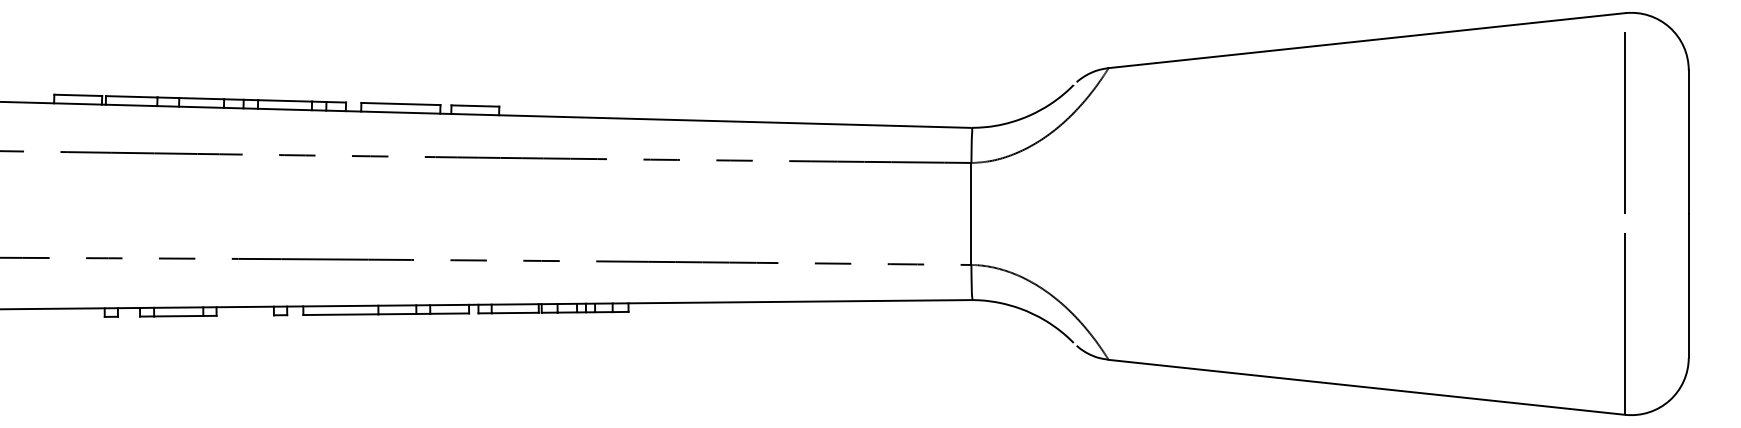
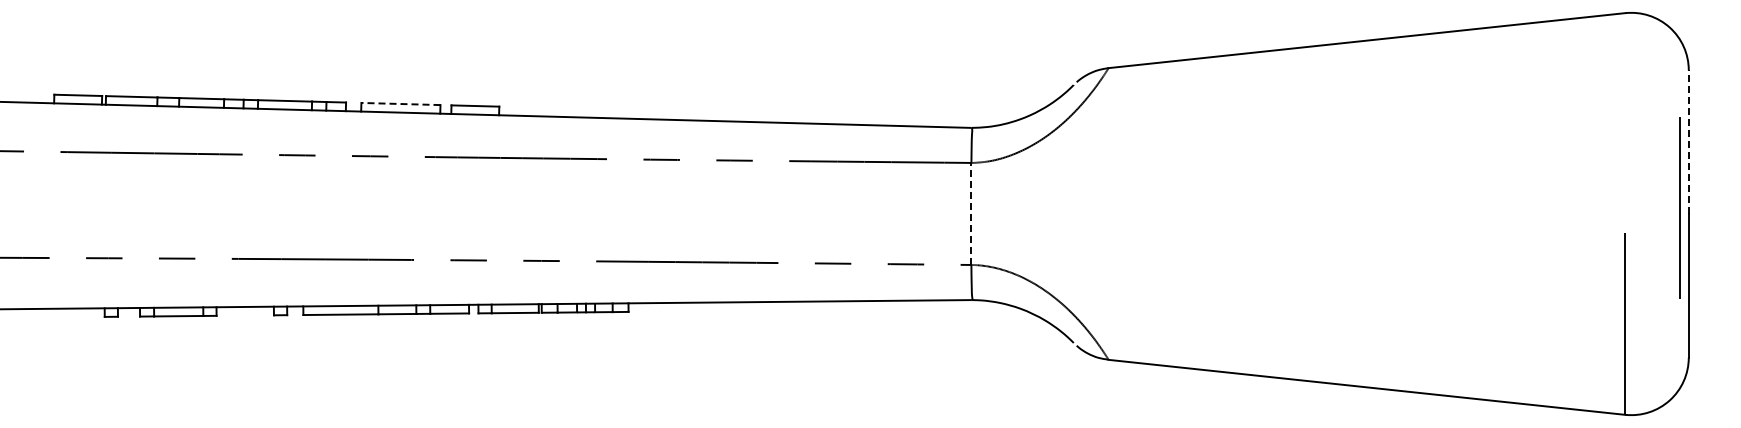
line at (400, 104): solid -> dashed
line at (1624, 122) position: (1624, 122) -> (1679, 207)
line at (1688, 142): solid -> dashed
line at (971, 214): solid -> dashed
